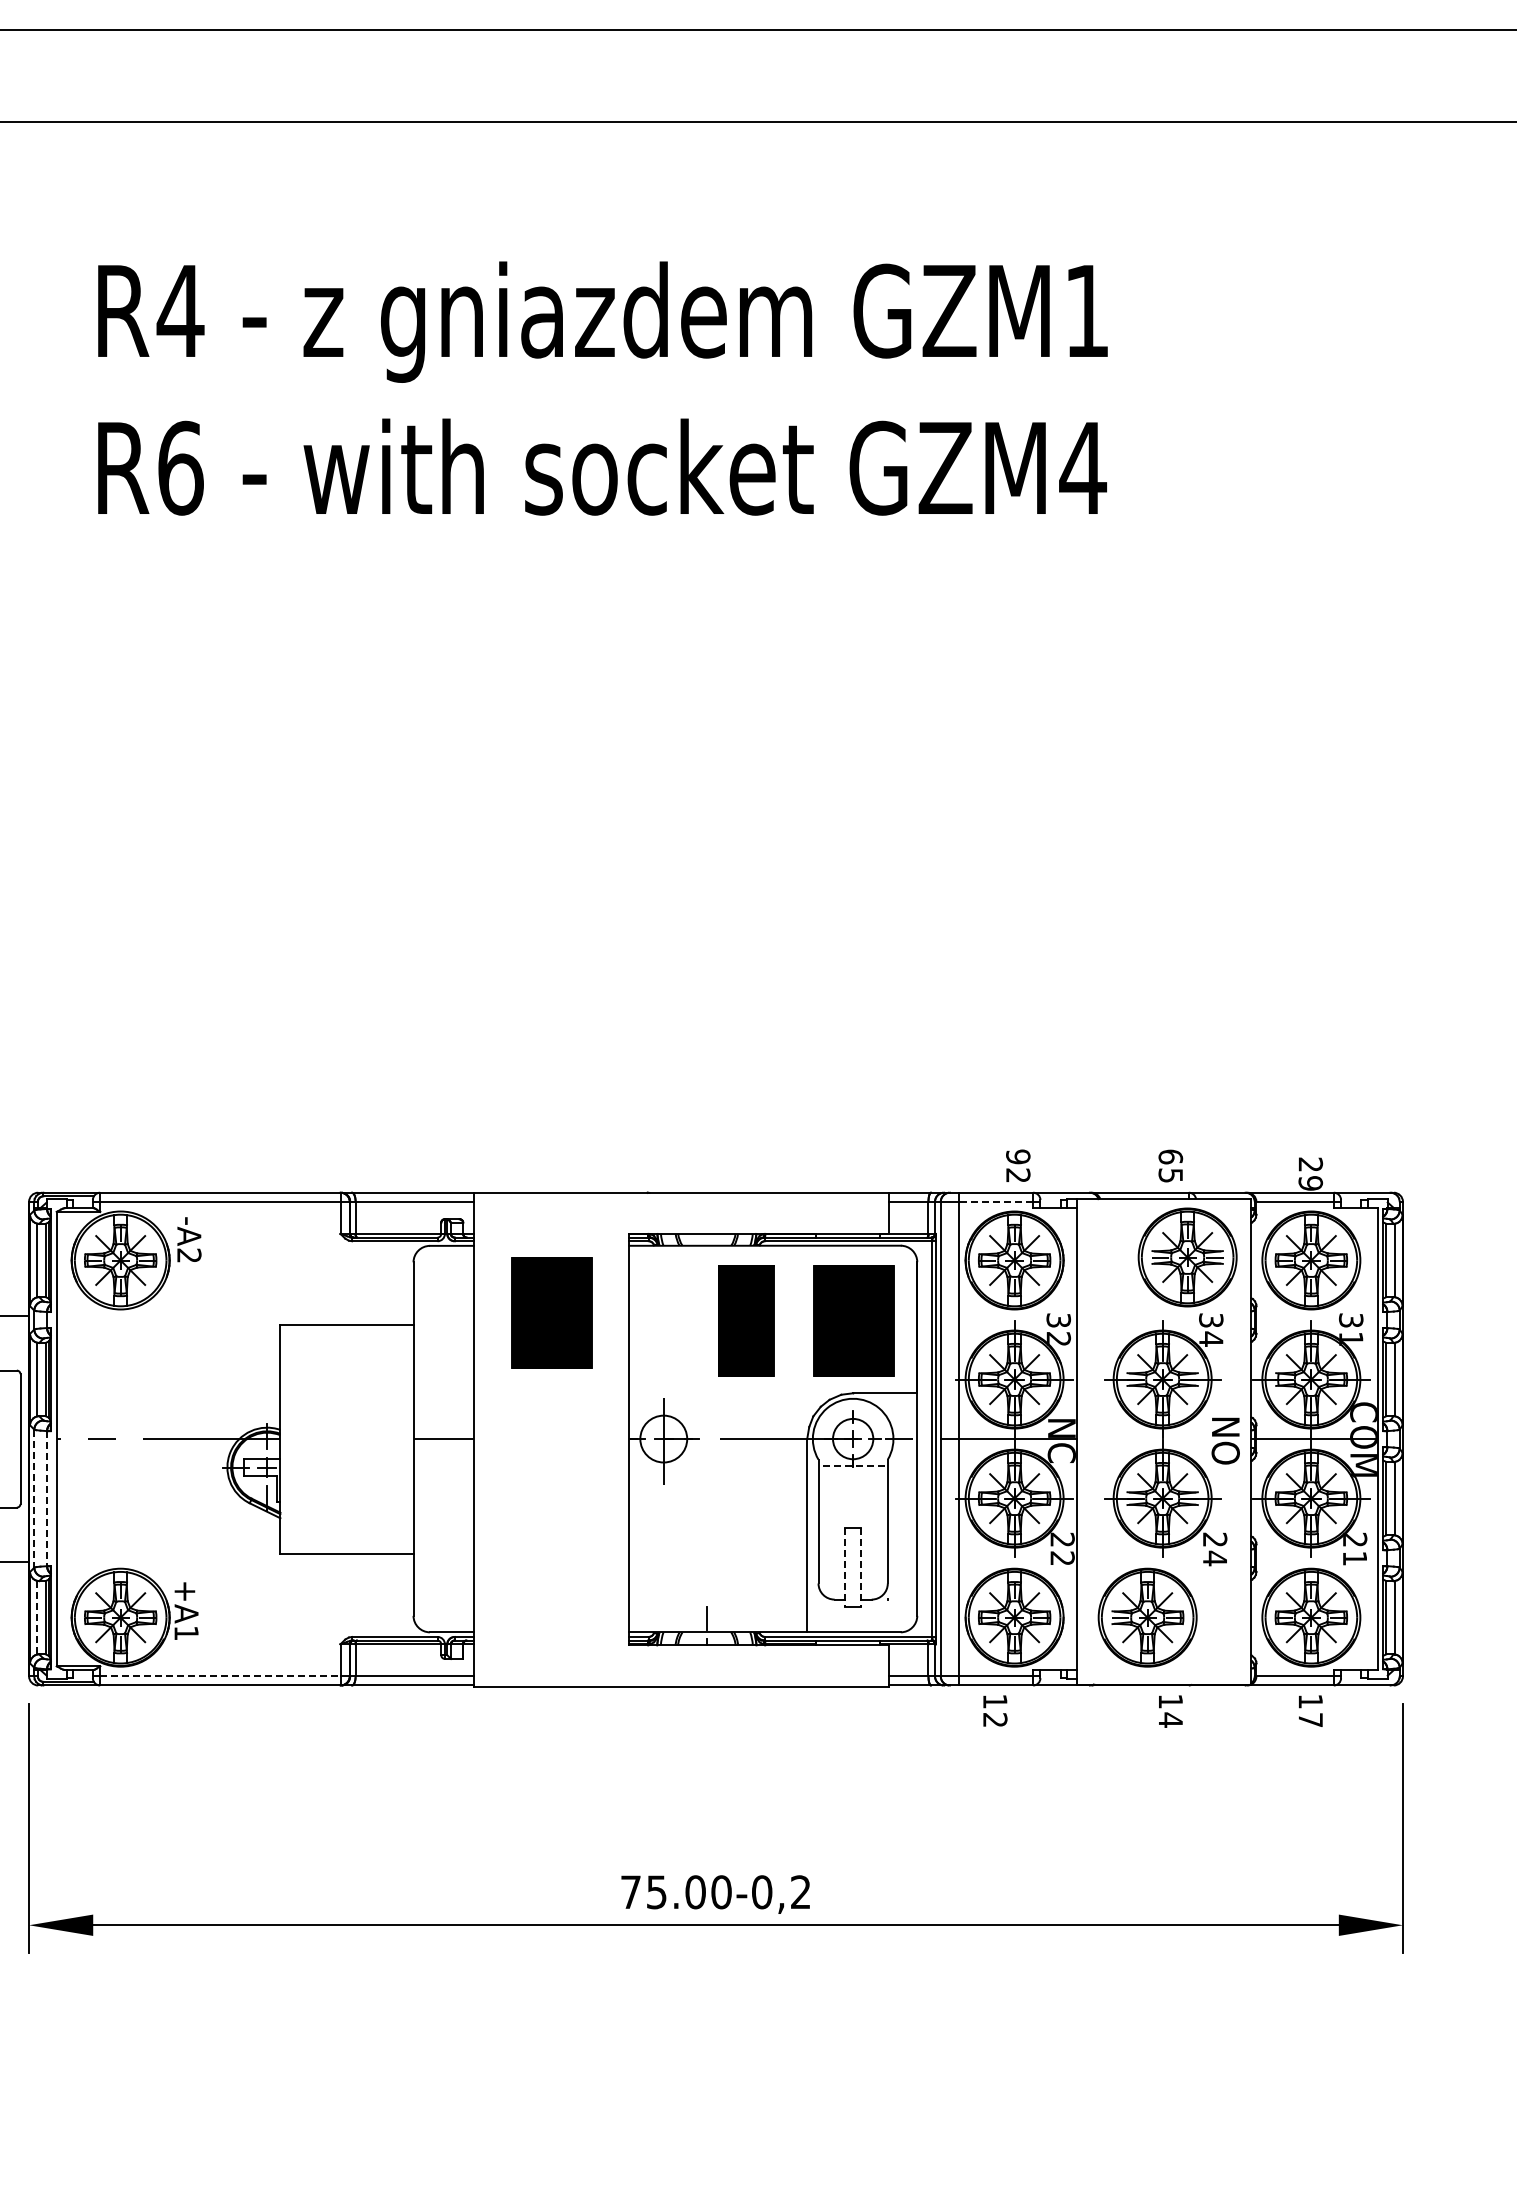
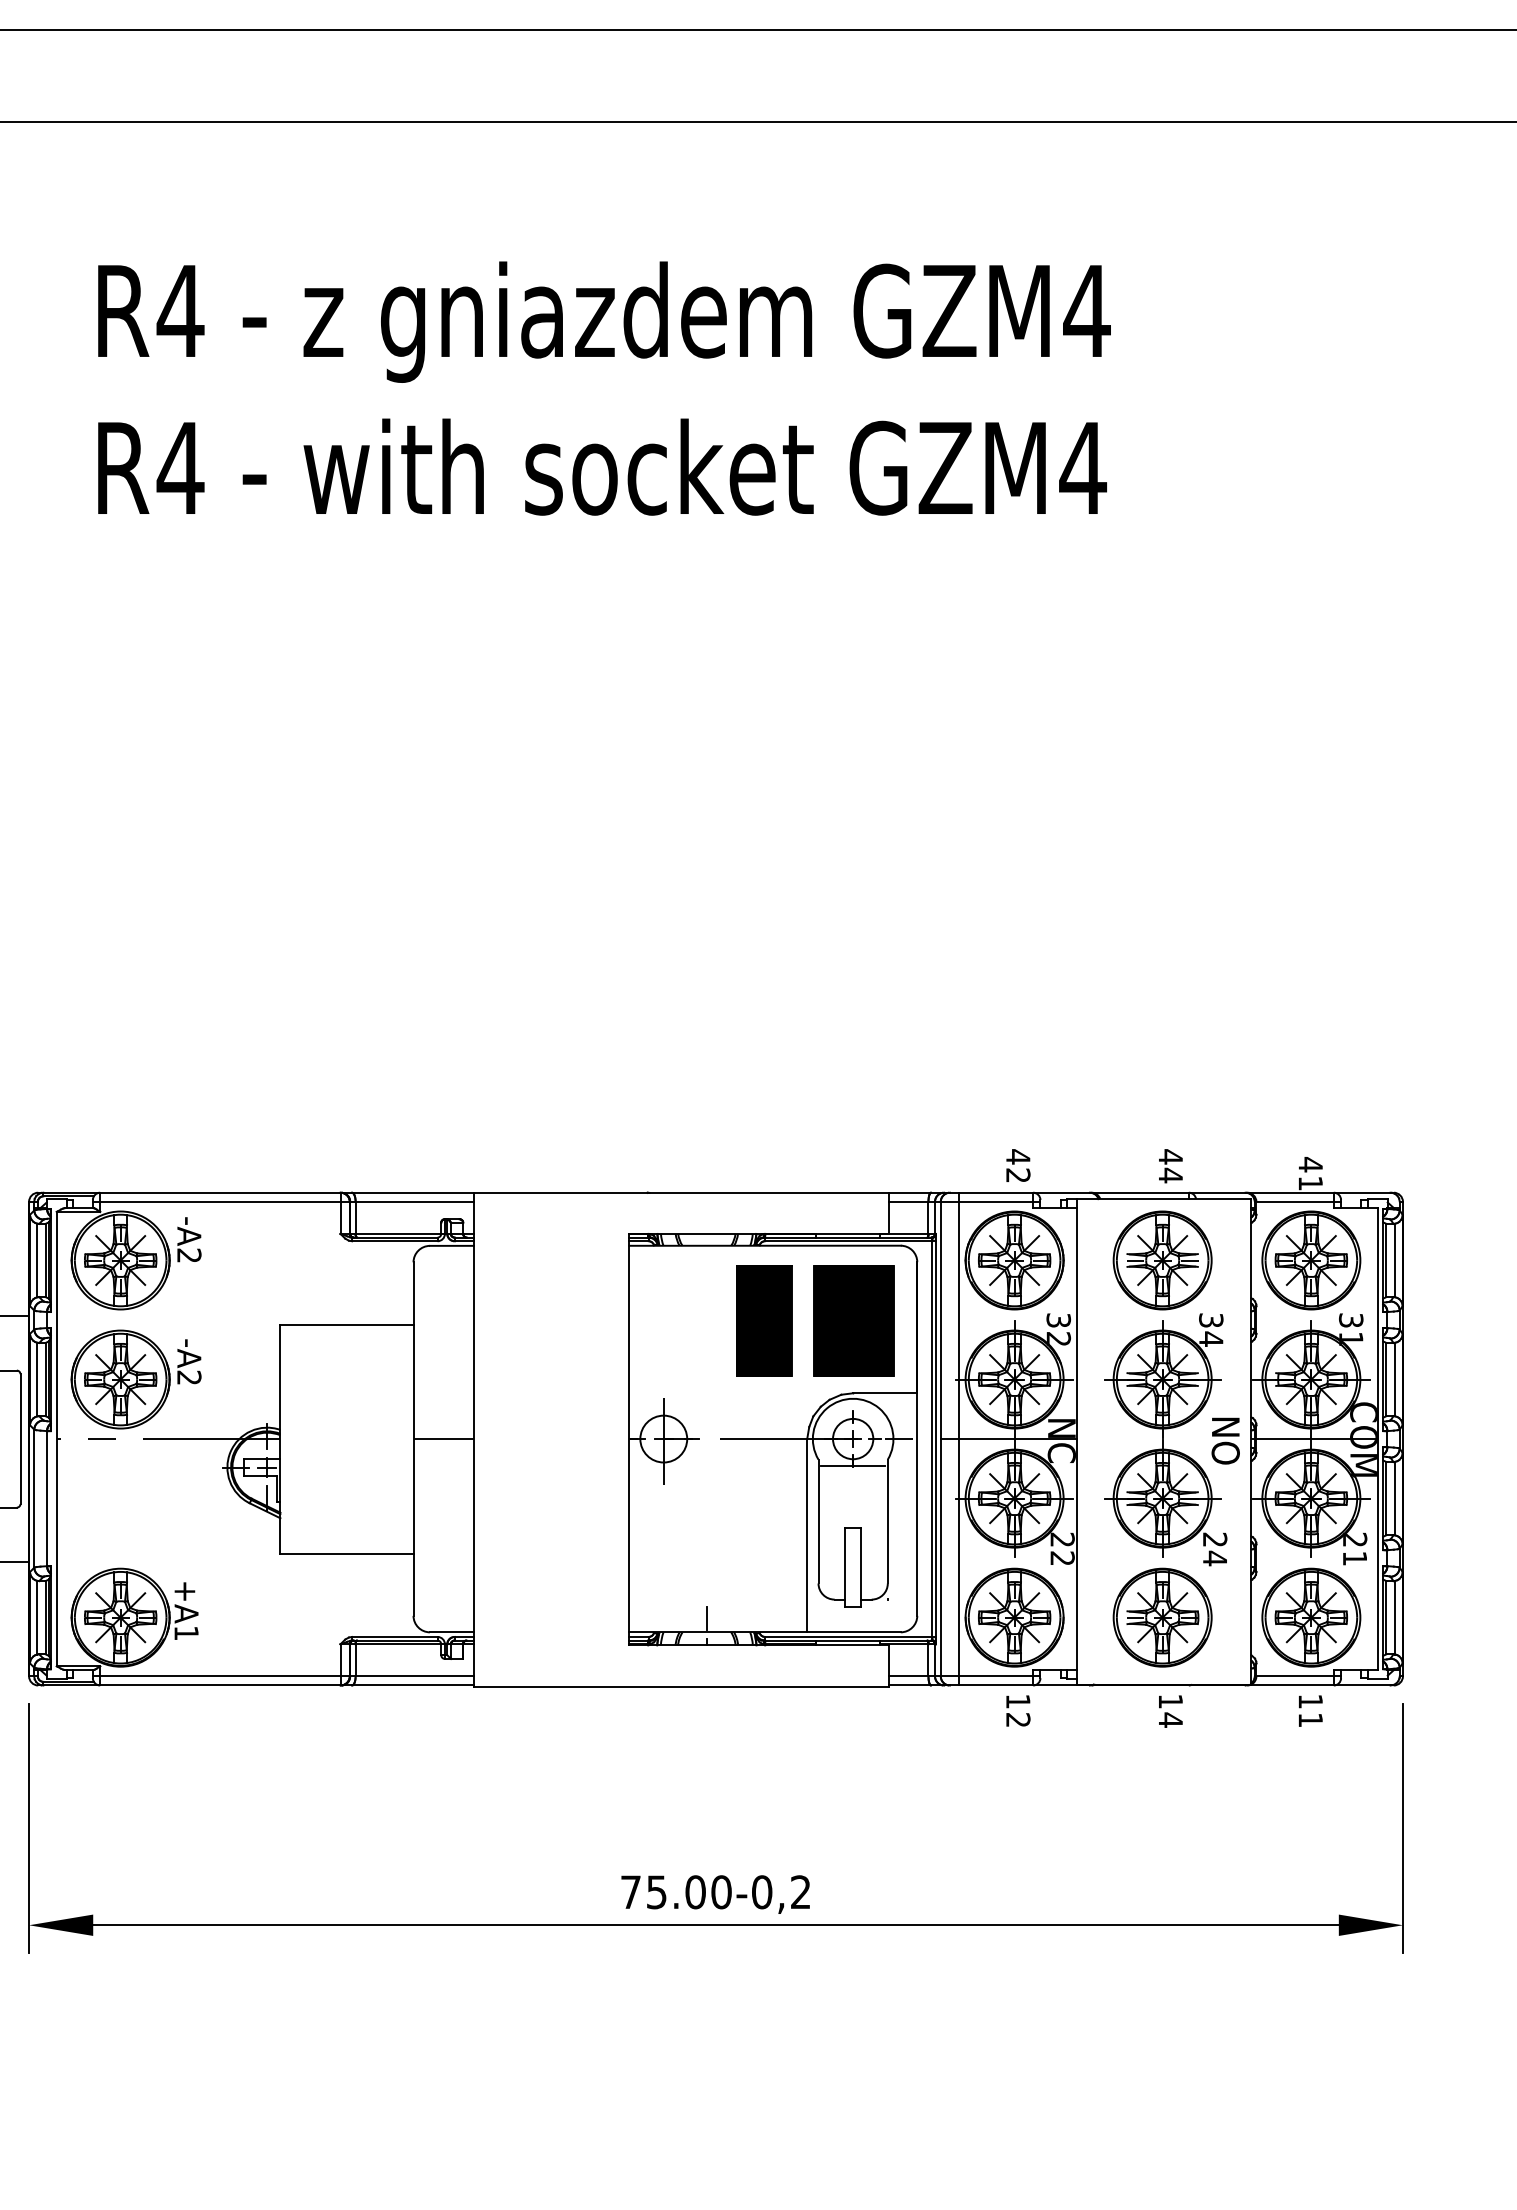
text at (1086, 310): GZM1 -> GZM4
text at (180, 467): R6 -> R4
text at (1018, 1156): 92 -> 42
text at (1170, 1166): 65 -> 44
text at (1310, 1173): 29 -> 41
line at (995, 1201): dashed -> solid
part at (1187, 1257) position: (1187, 1257) -> (1162, 1260)
part at (551, 1312): present -> none
part at (746, 1320) position: (746, 1320) -> (764, 1320)
part at (135, 1379): none -> present
line at (852, 1465): dashed -> solid
line at (34, 1498): dashed -> solid
line at (47, 1498): dashed -> solid
line at (845, 1567): dashed -> solid
line at (861, 1567): dashed -> solid
line at (37, 1617): dashed -> solid
part at (1147, 1617) position: (1147, 1617) -> (1162, 1617)
line at (220, 1676): dashed -> solid
text at (995, 1710) position: (995, 1710) -> (1018, 1710)
text at (1310, 1719): 17 -> 11
